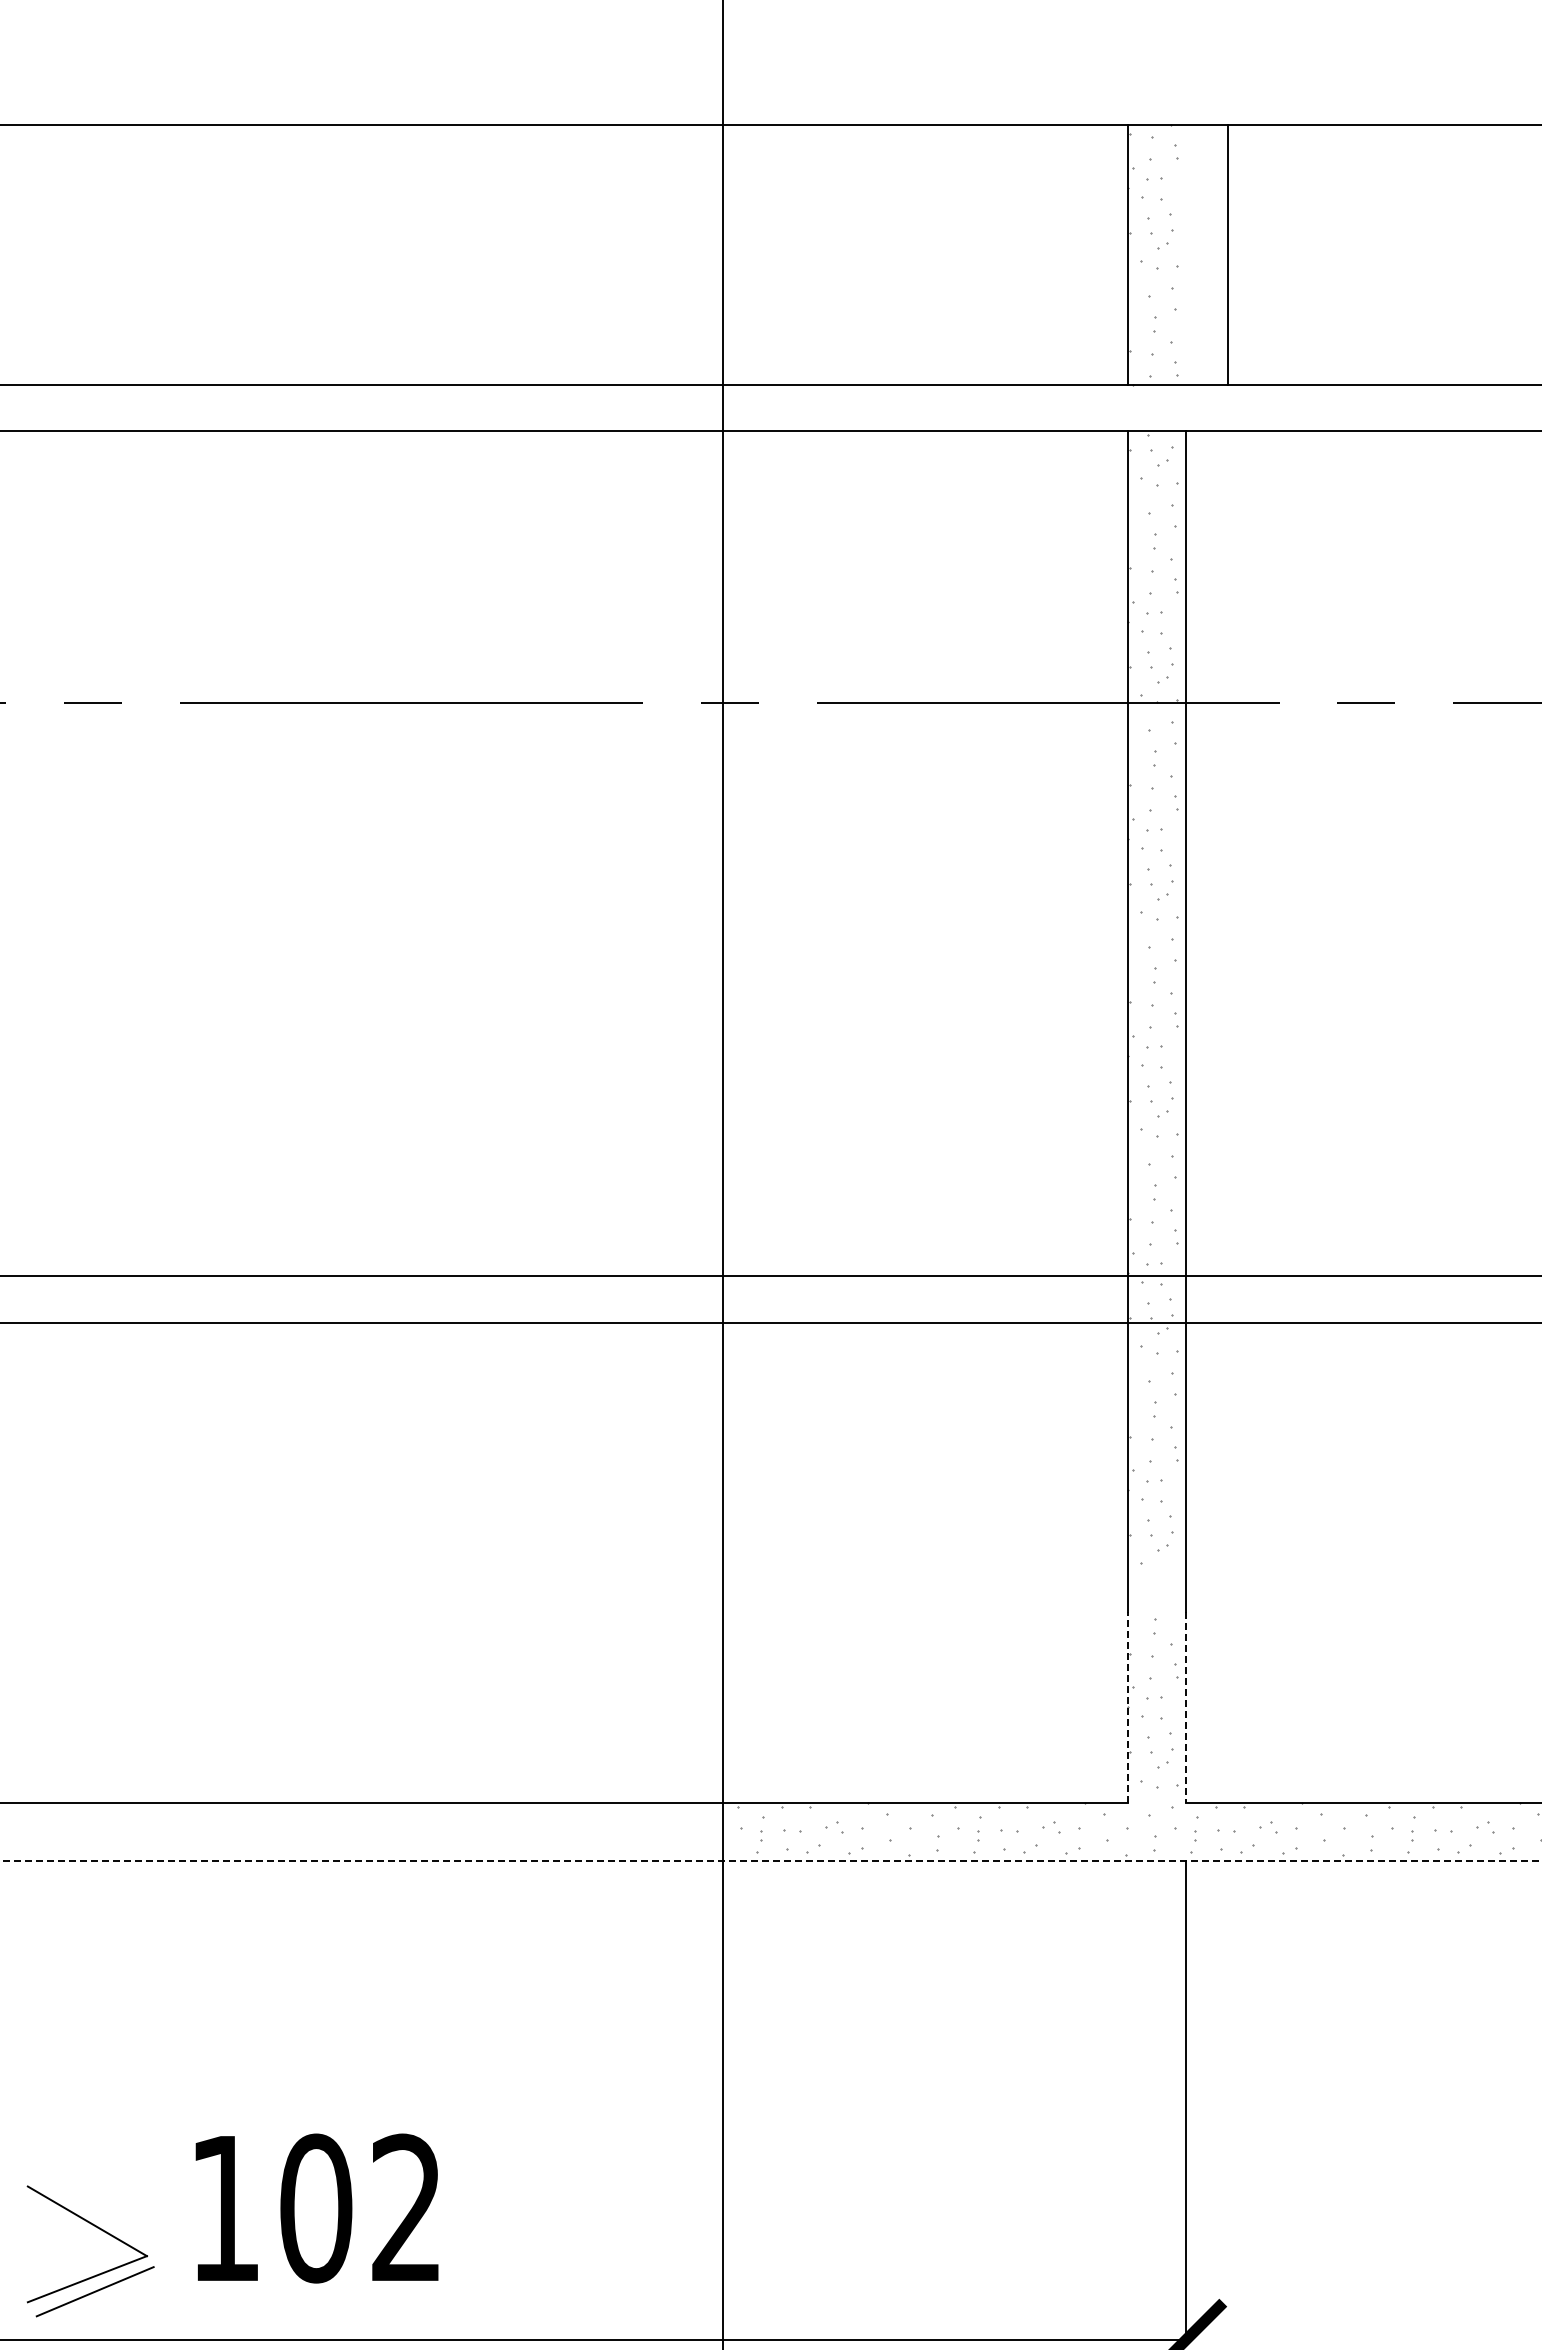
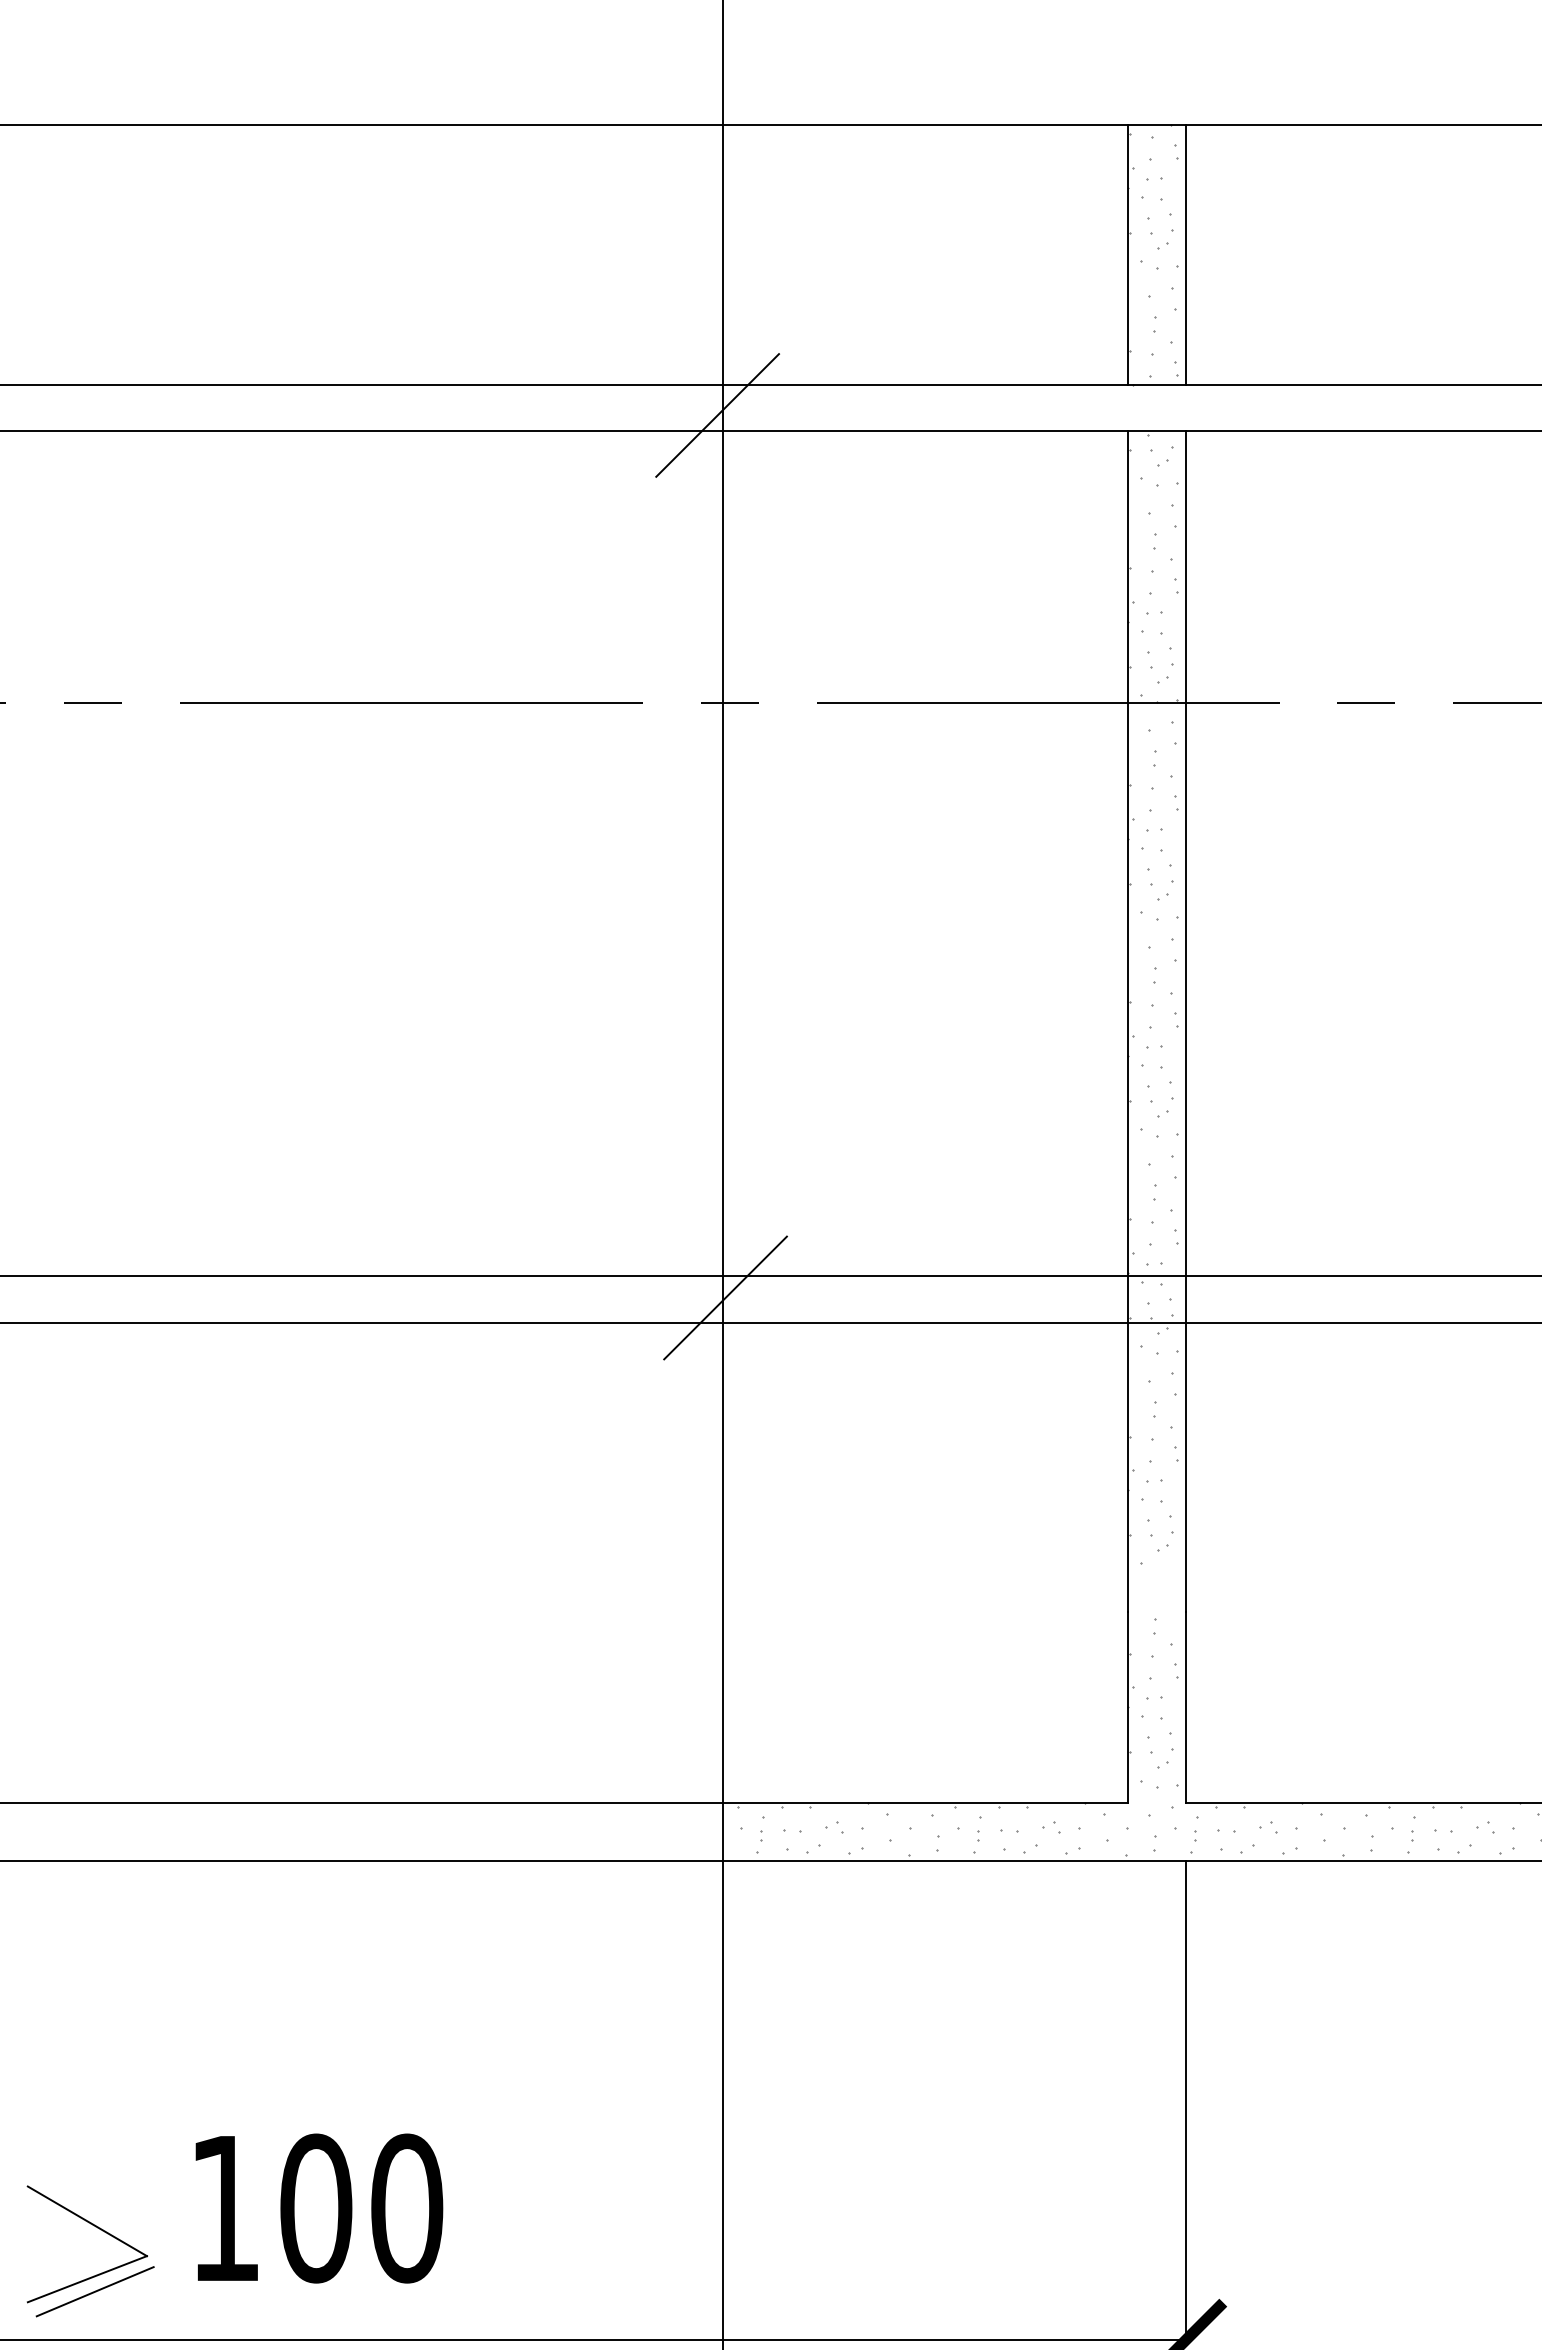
line at (1227, 254) position: (1227, 254) -> (1185, 254)
line at (717, 415): none -> present
line at (725, 1297): none -> present
line at (1127, 1706): dashed -> solid
line at (1185, 1707): dashed -> solid
line at (771, 1860): dashed -> solid
text at (407, 2208): 102 -> 100
